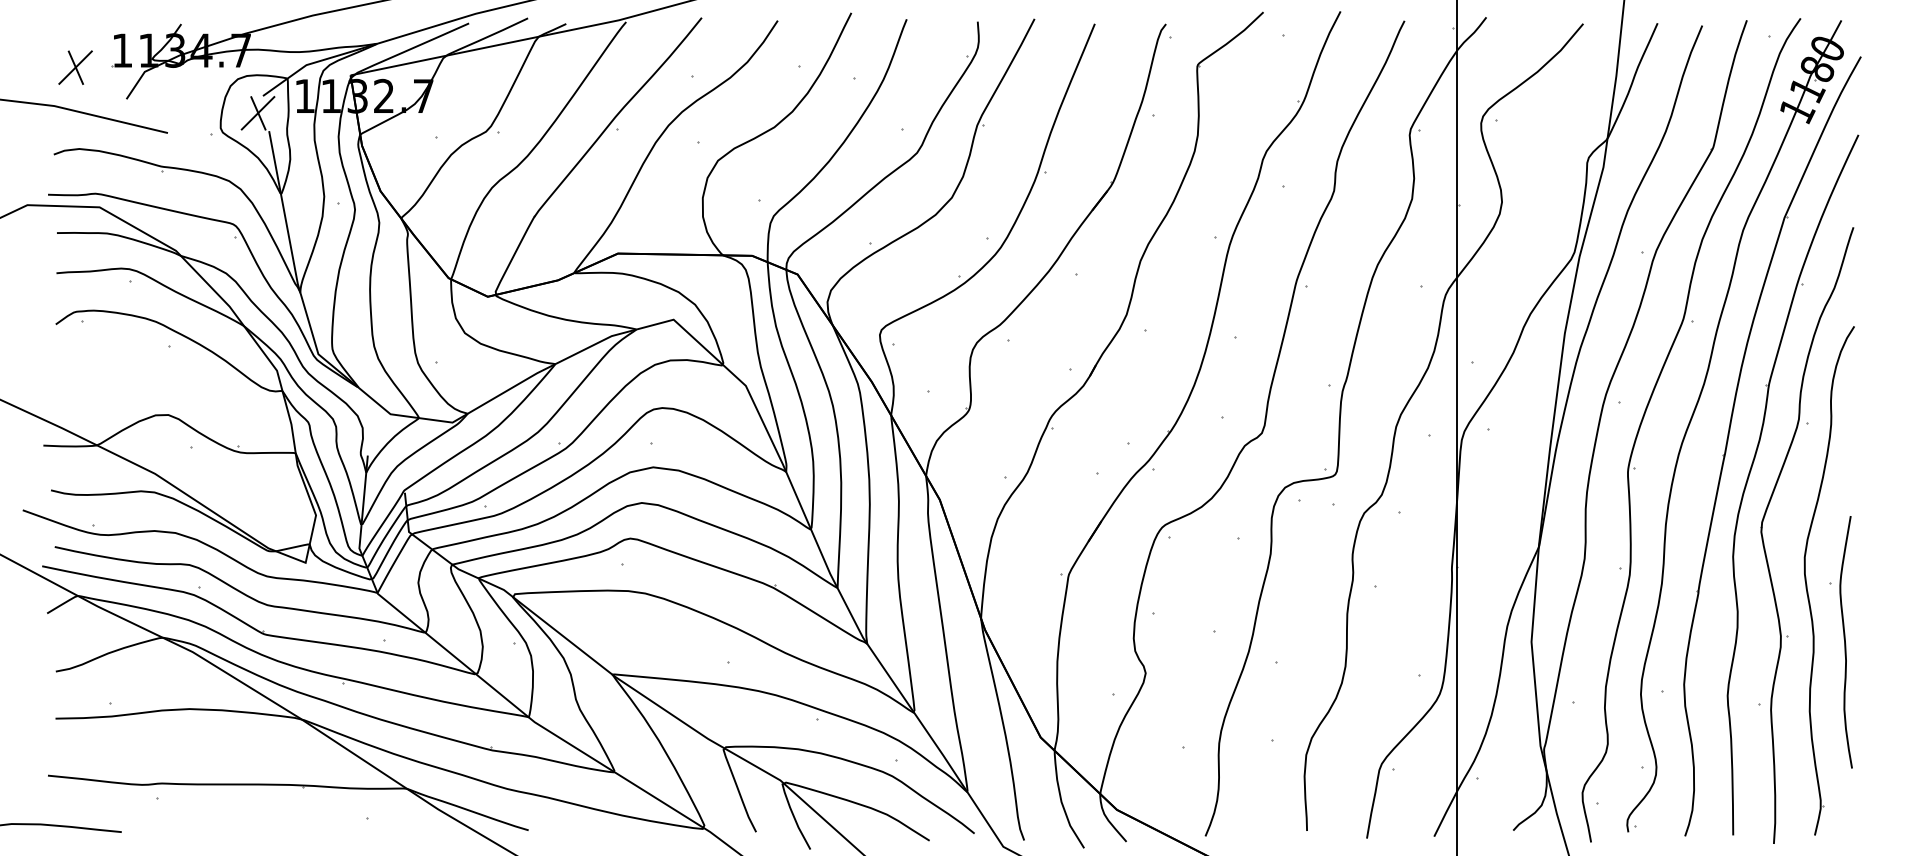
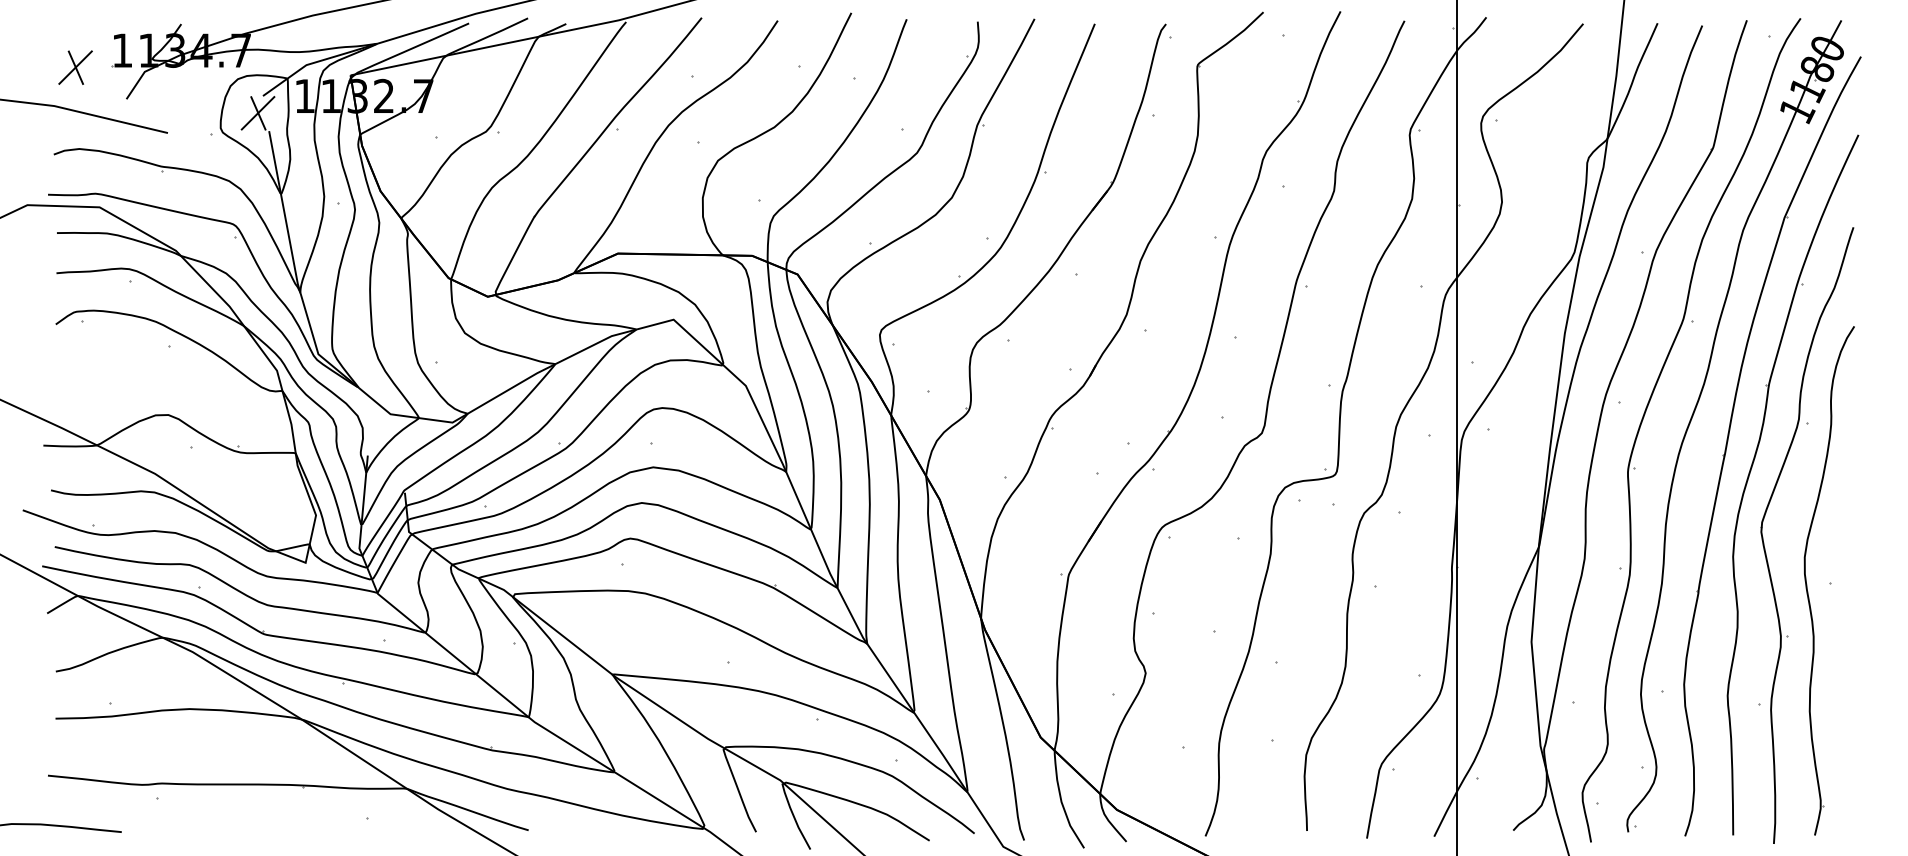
curve at (1845, 642): present -> none
